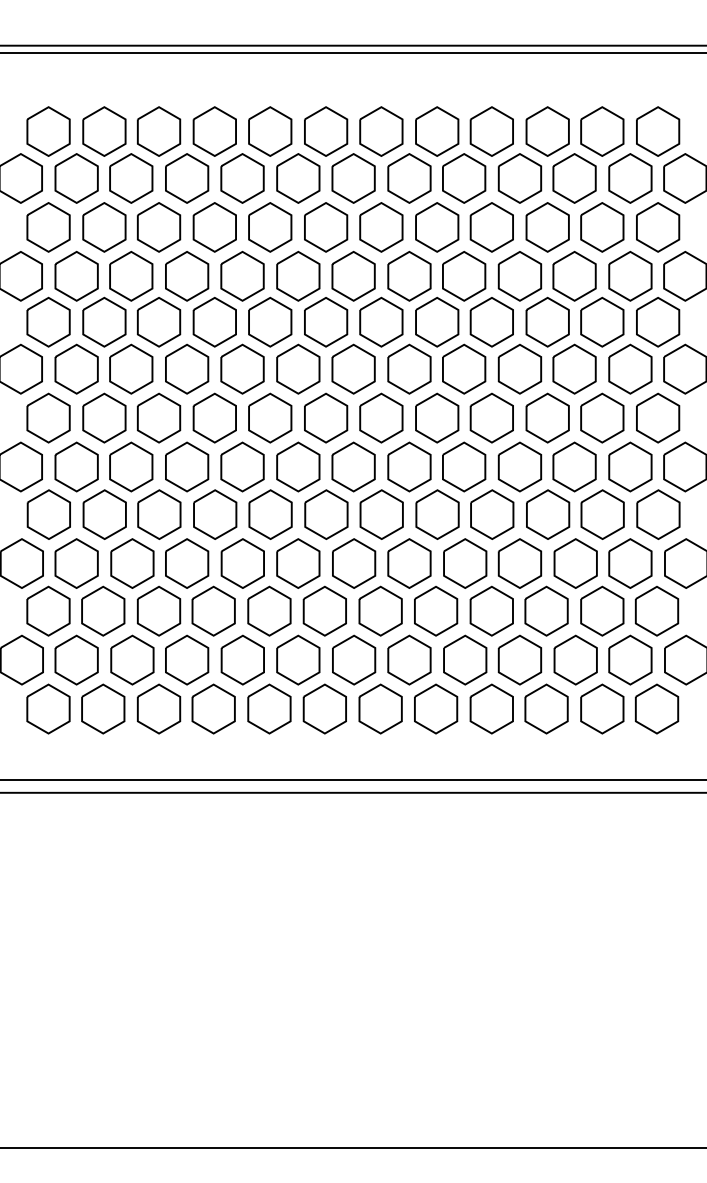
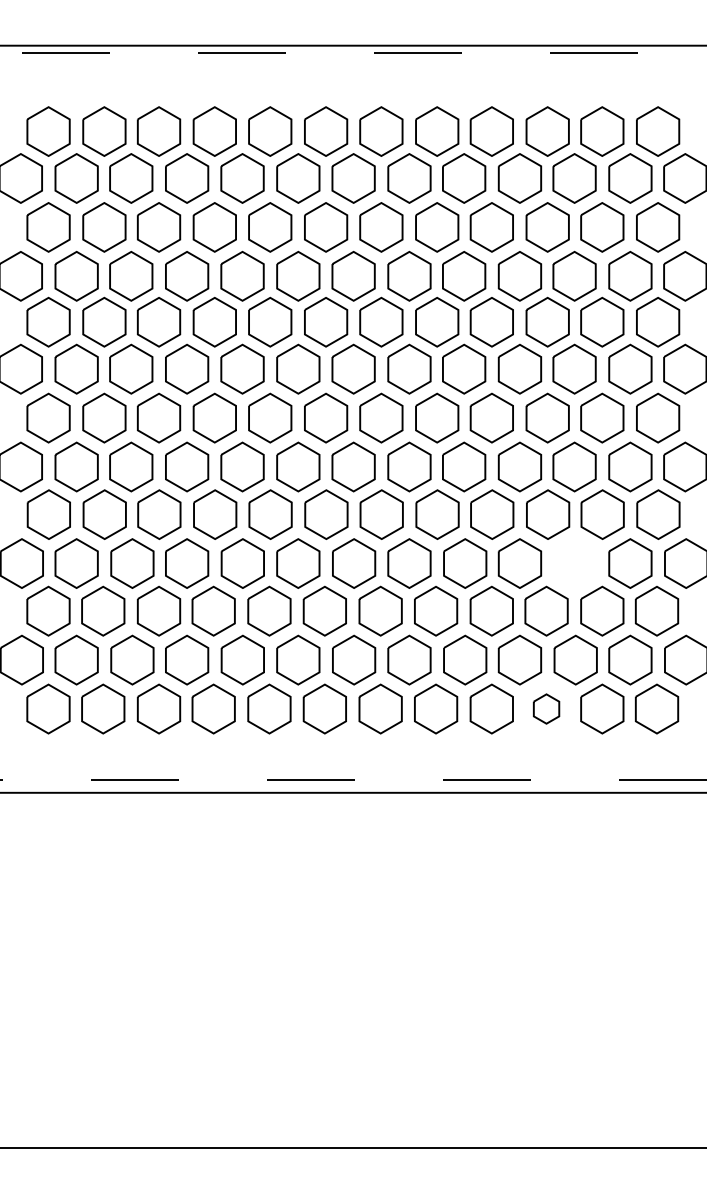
line at (354, 53): solid -> dashed
part at (575, 563): present -> none
part at (546, 708) size: 45x52 px -> 28x32 px
line at (353, 780): solid -> dashed
